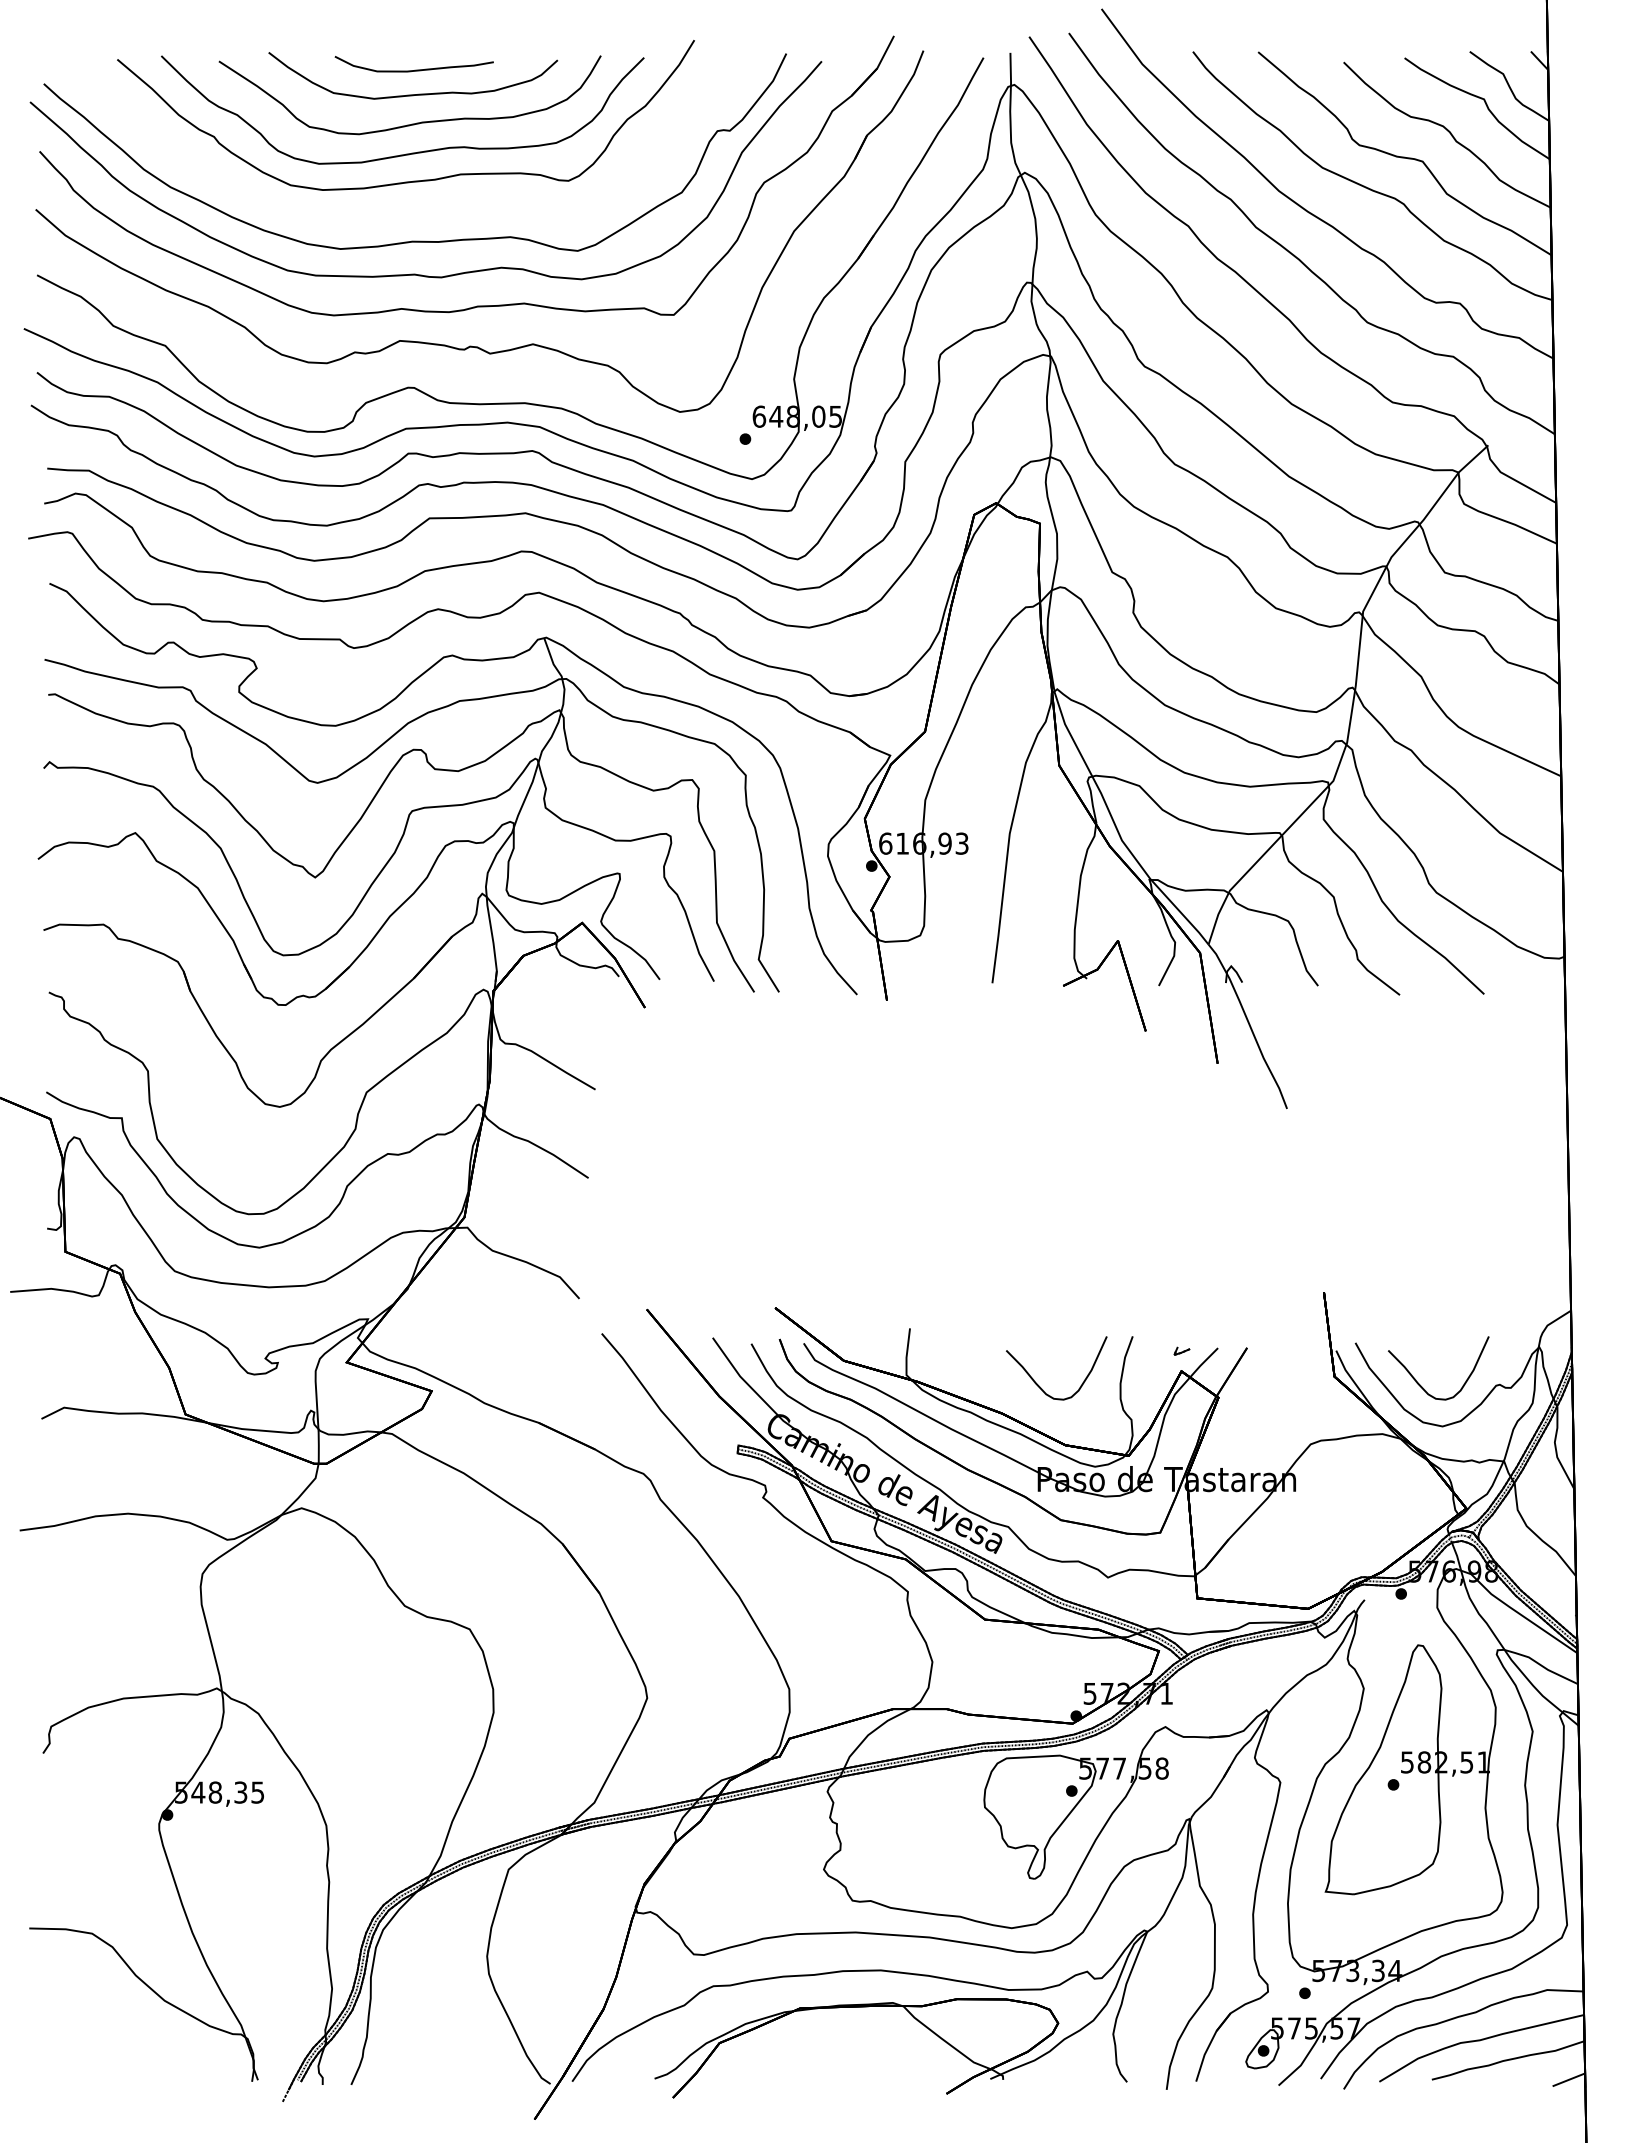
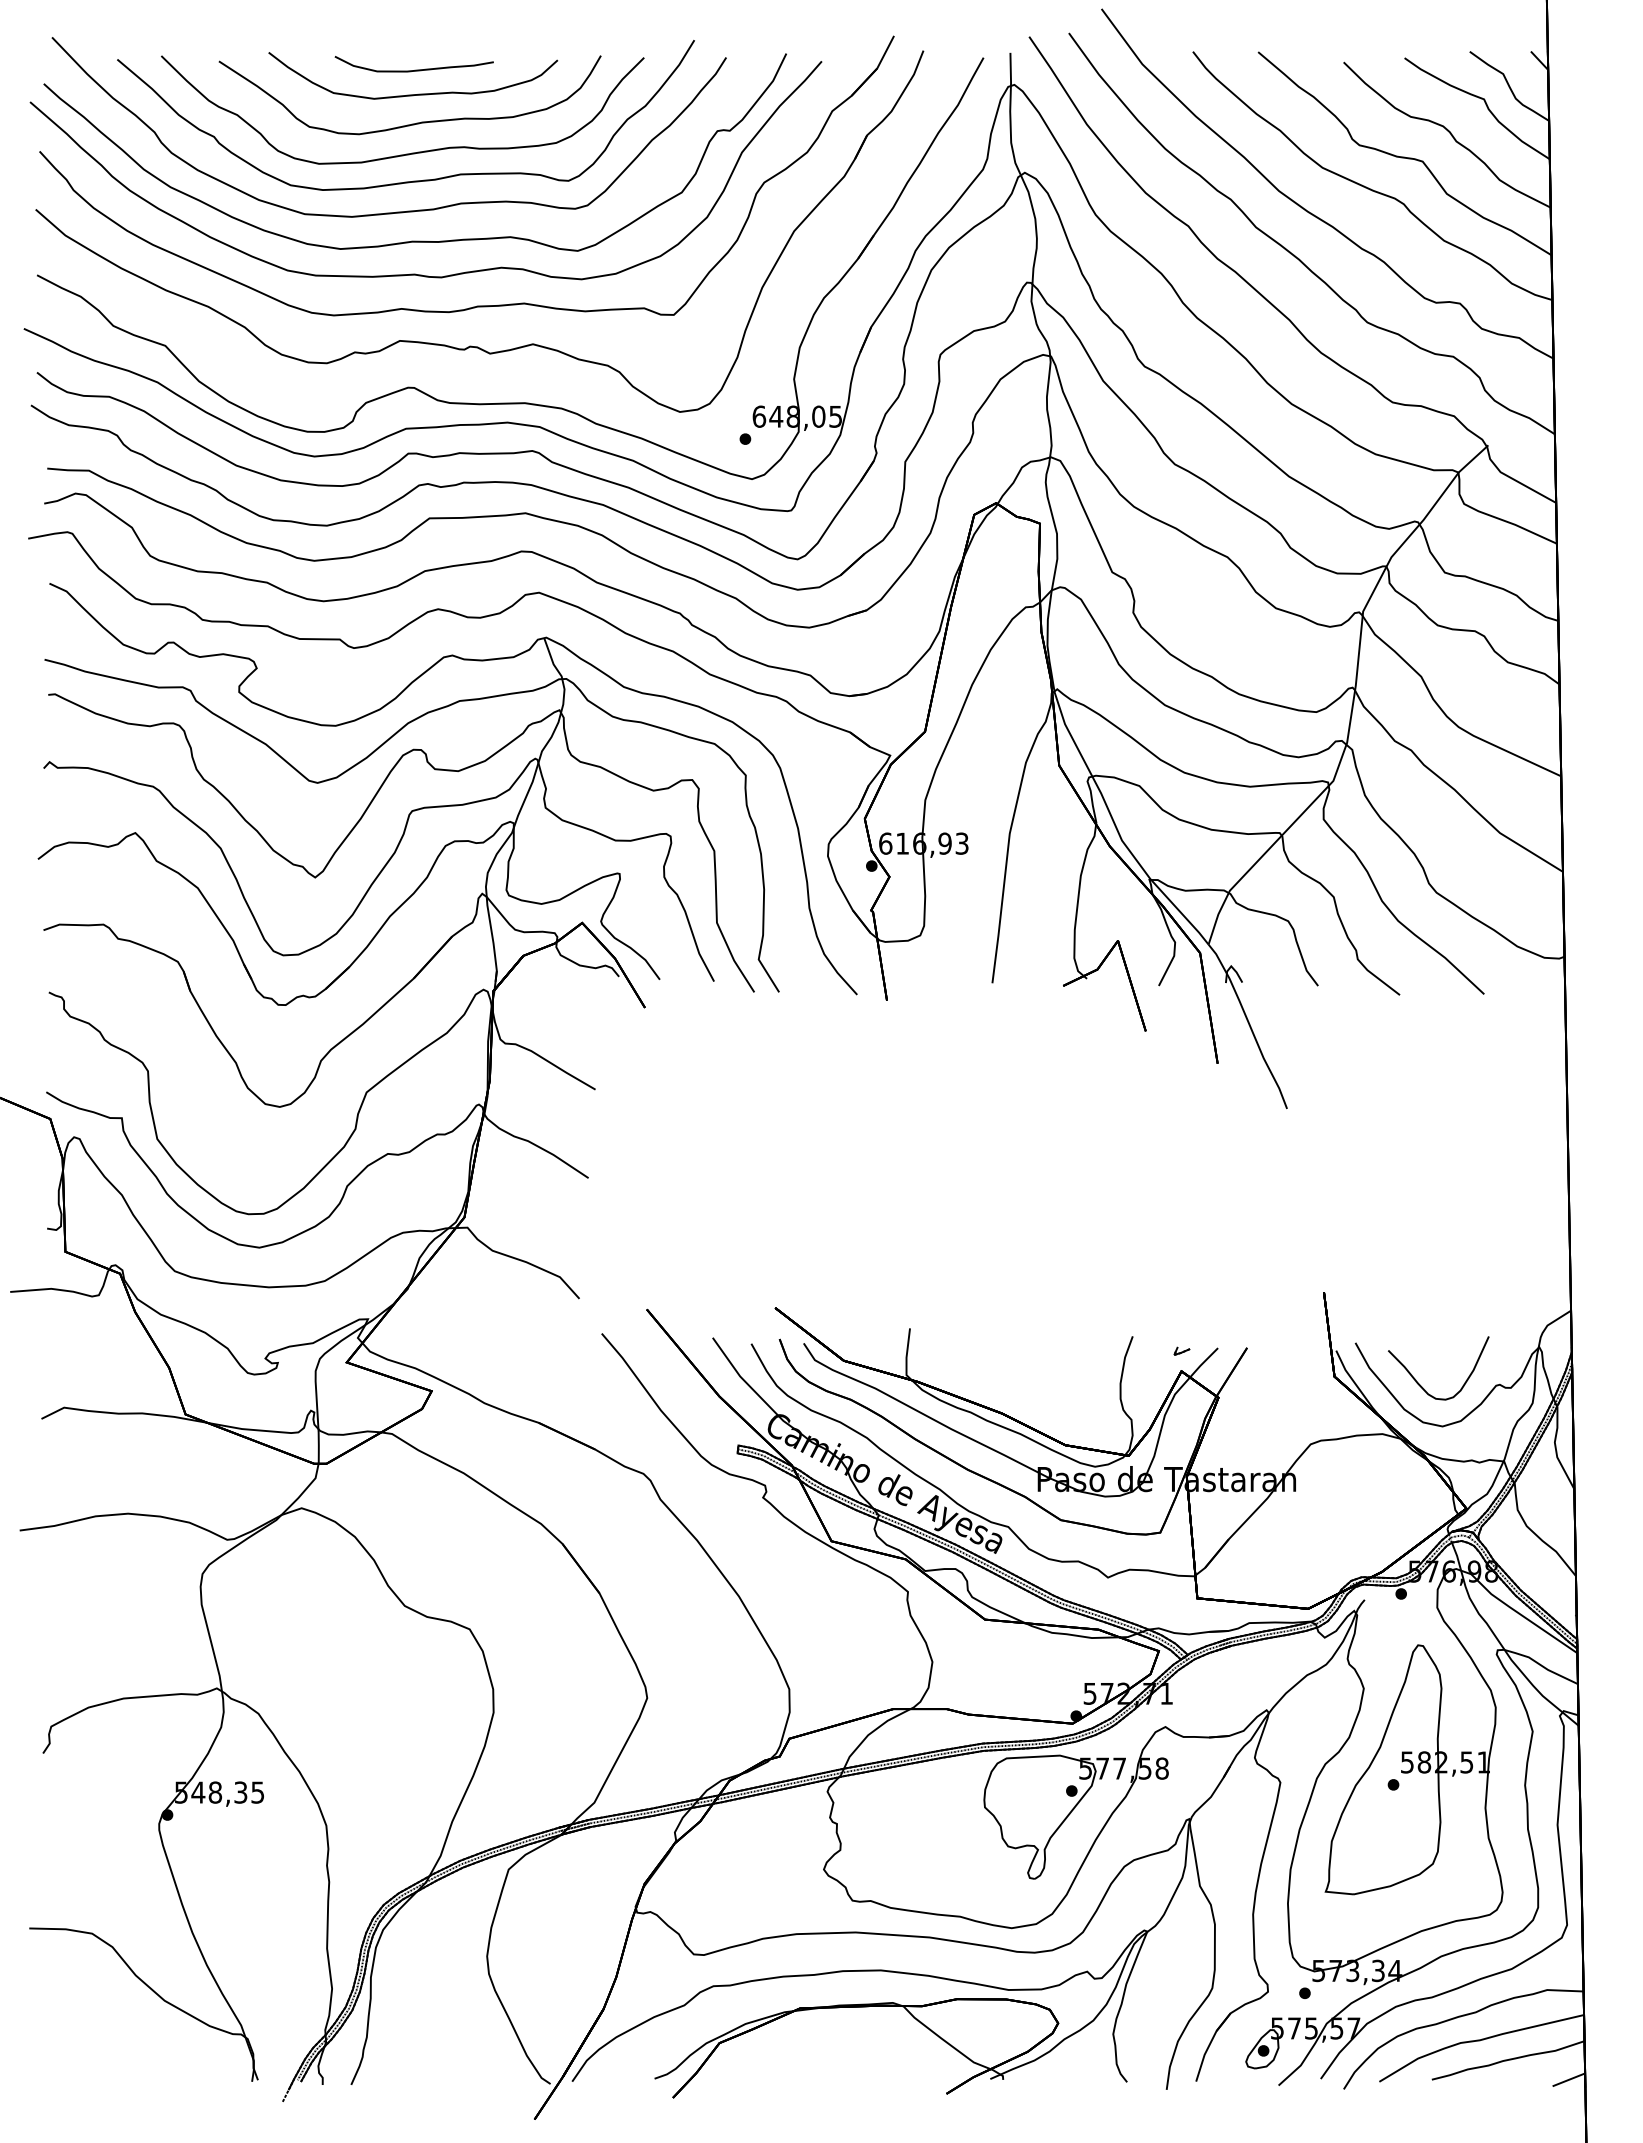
part at (396, 211): none -> present
part at (1039, 1385): present -> none
